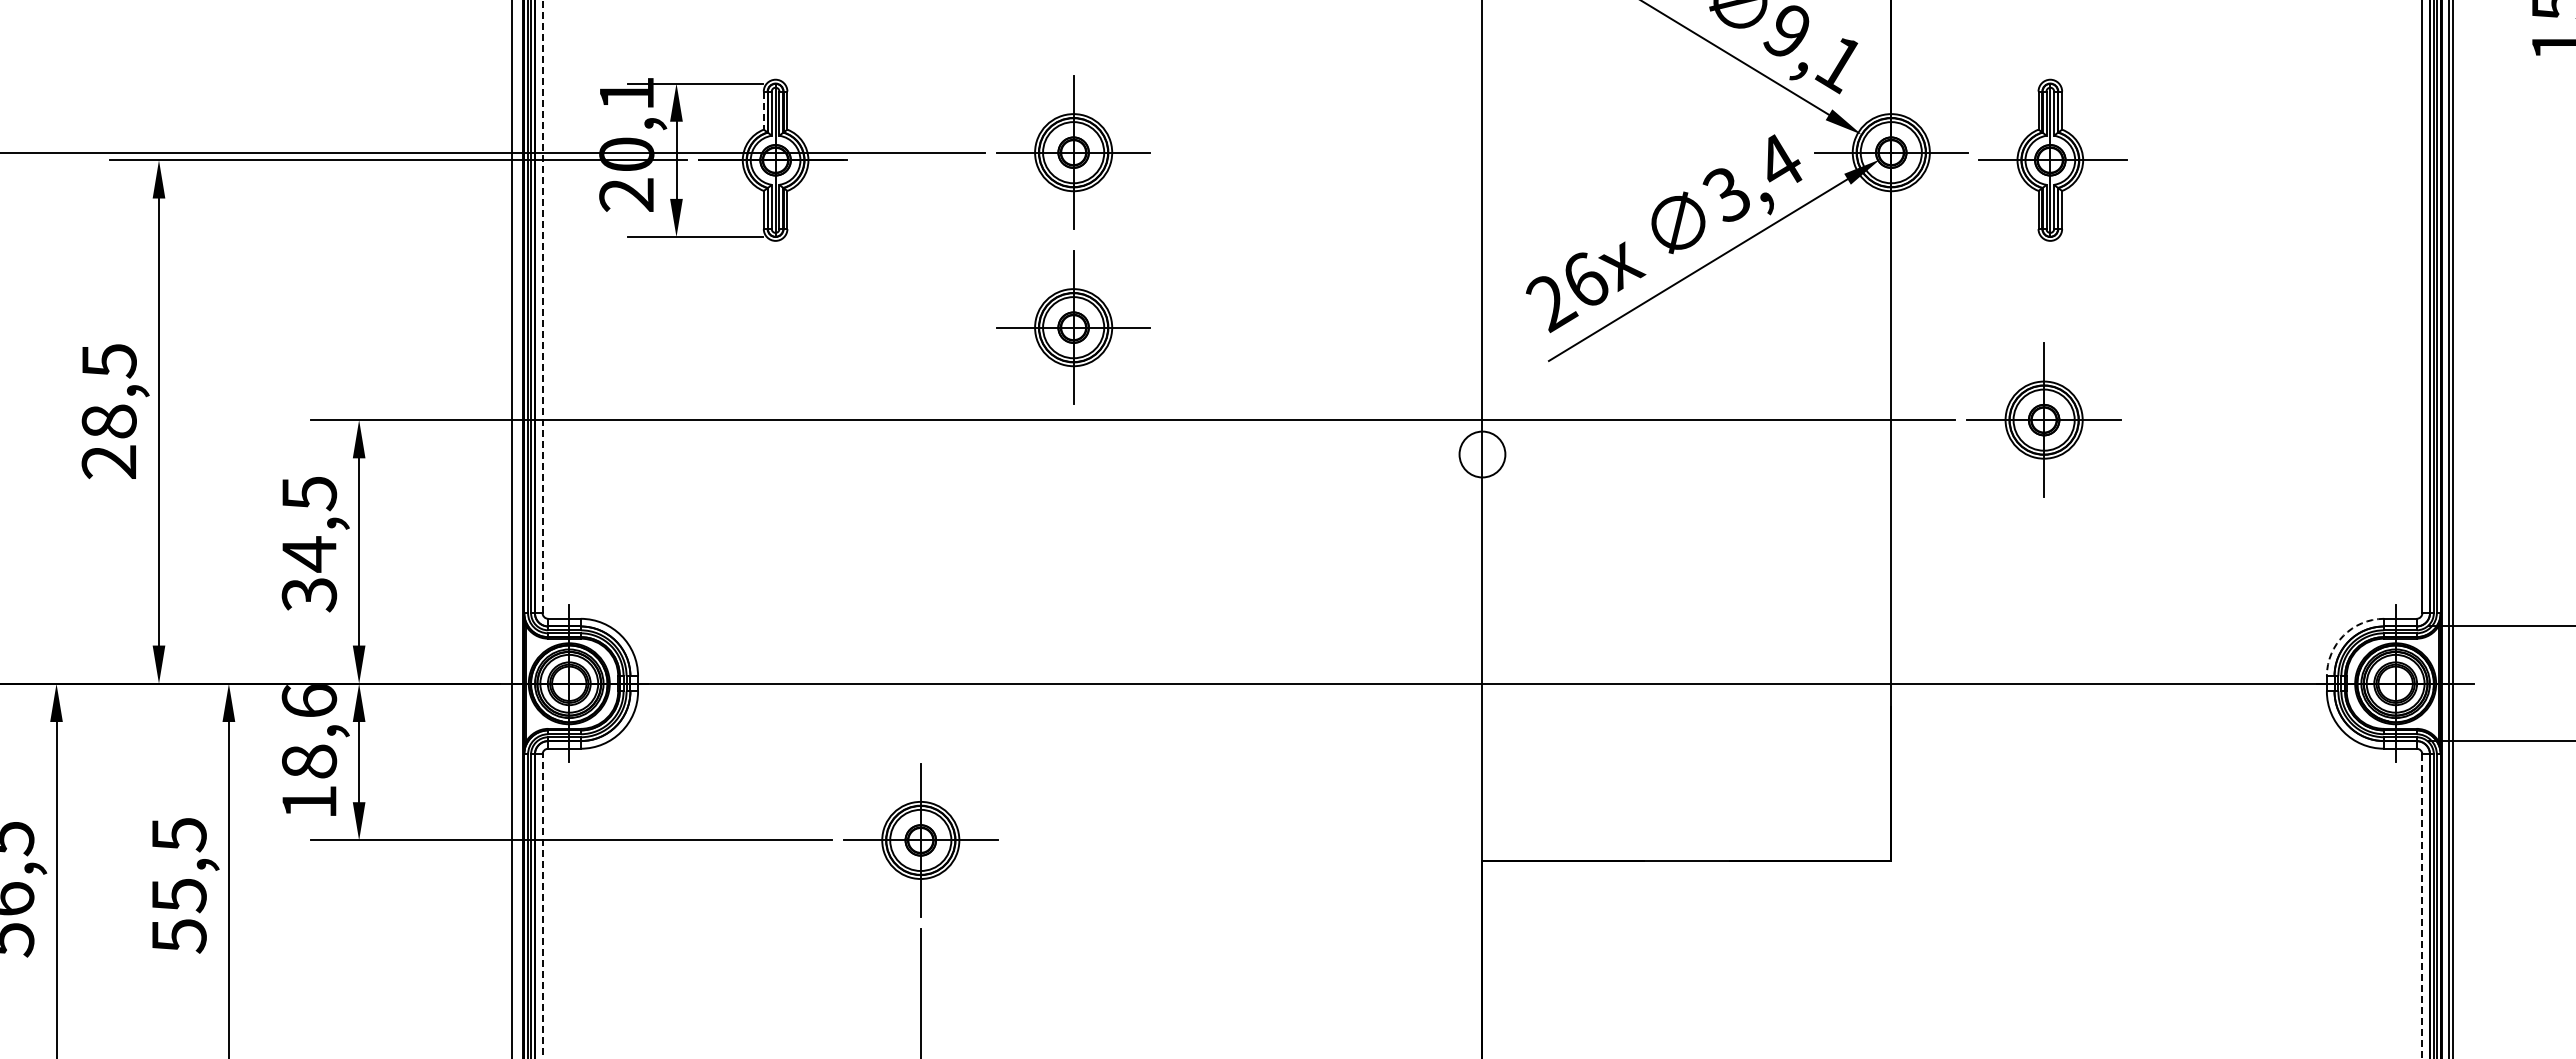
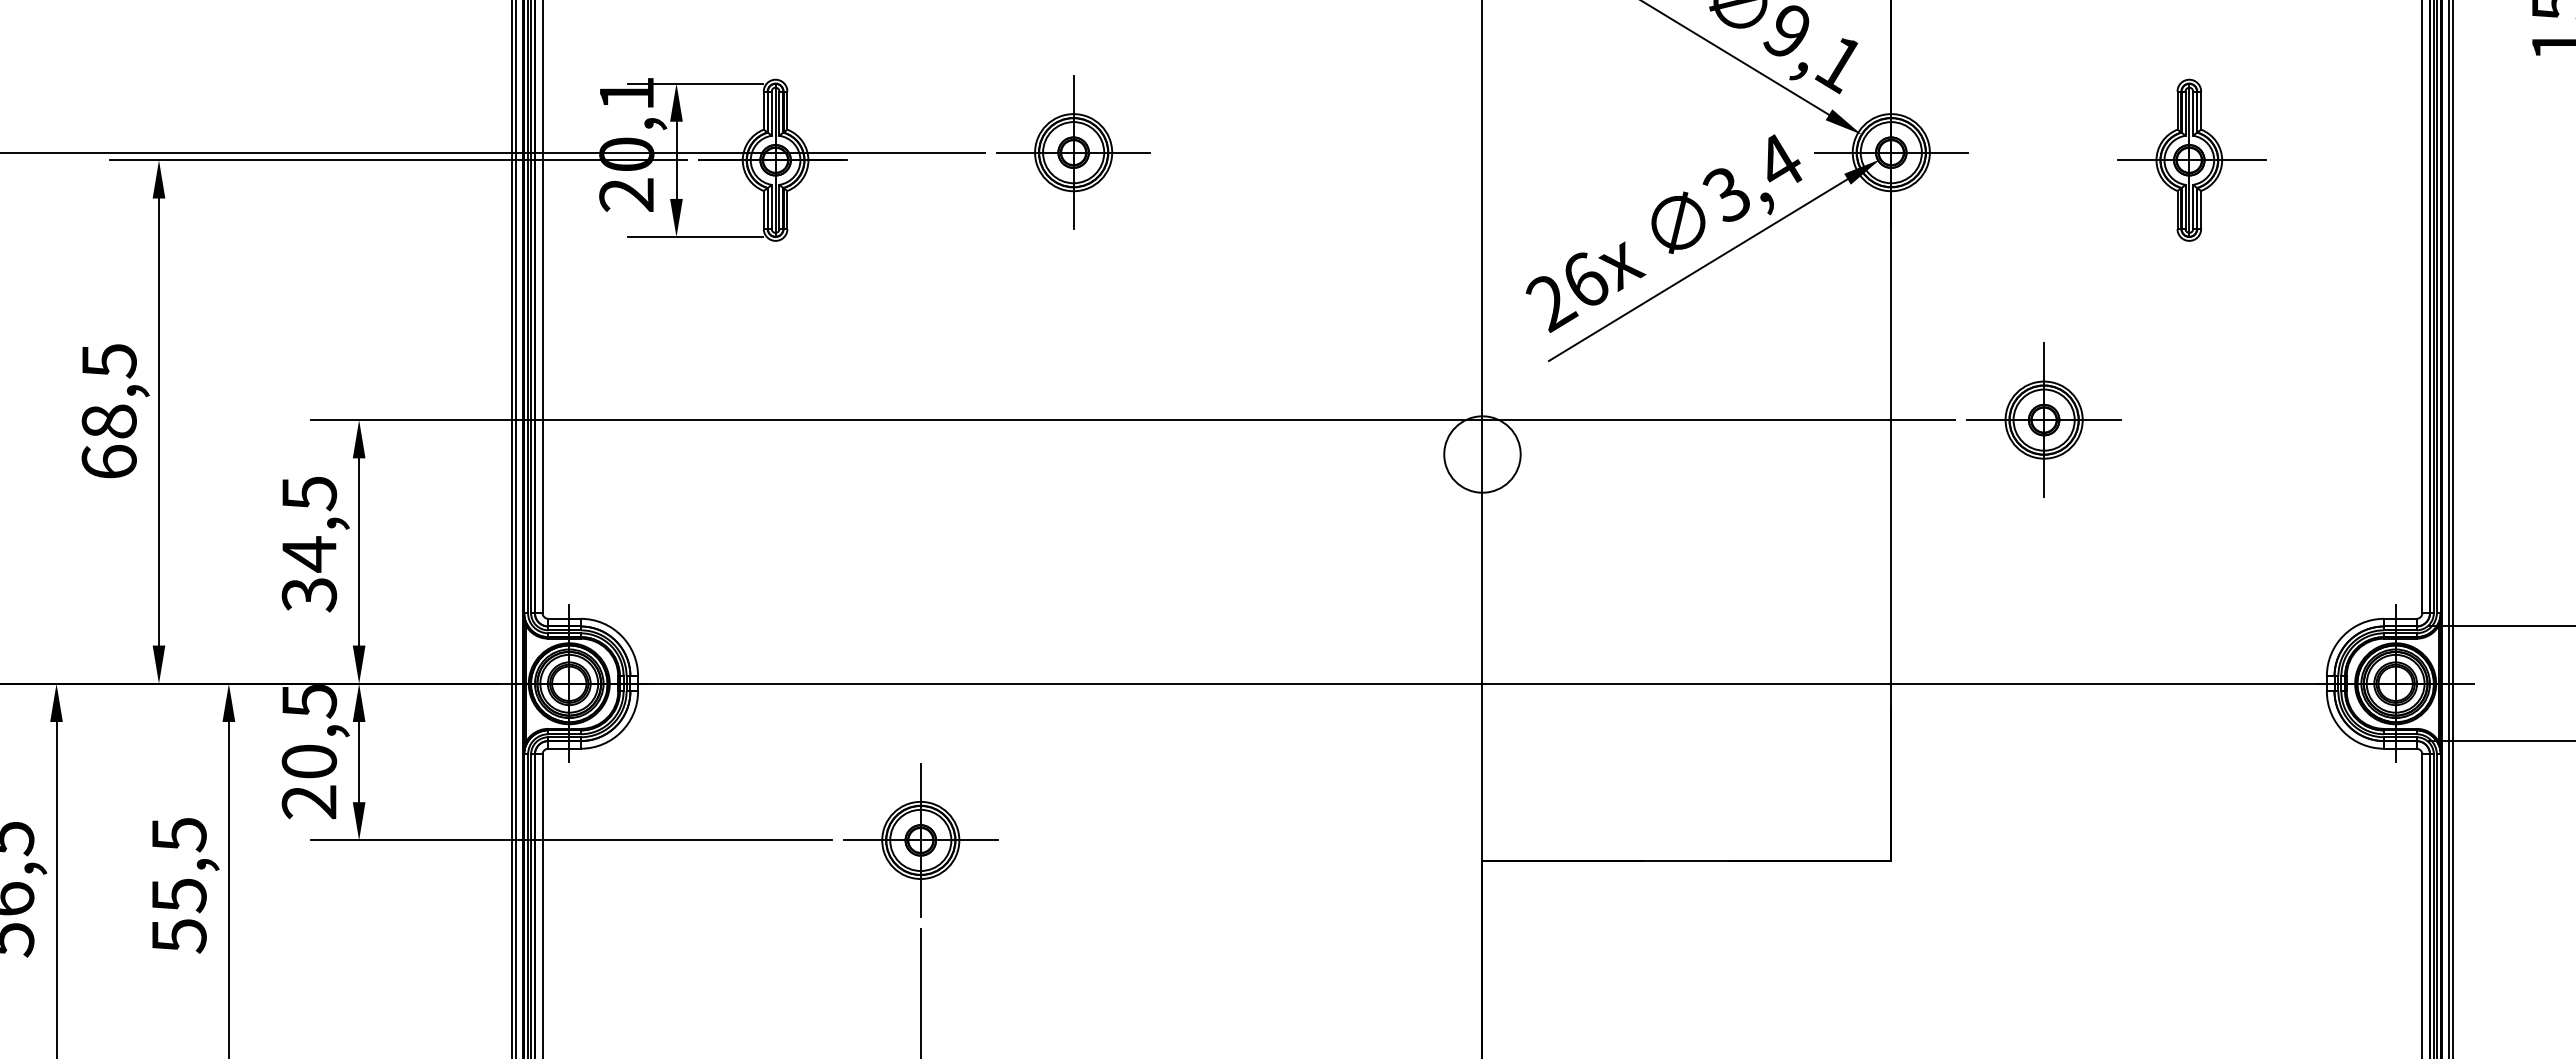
line at (763, 111): dashed -> solid
part at (2052, 159) position: (2052, 159) -> (2191, 159)
line at (542, 306): dashed -> solid
part at (1073, 327): present -> none
circle at (1482, 454) diameter: 46 px -> 76 px
text at (108, 462): 28,5 -> 68,5
line at (515, 528): none -> present
arc at (2343, 635): dashed -> solid
text at (309, 752): 18,6 -> 20,5
line at (542, 906): dashed -> solid
line at (2422, 906): dashed -> solid
